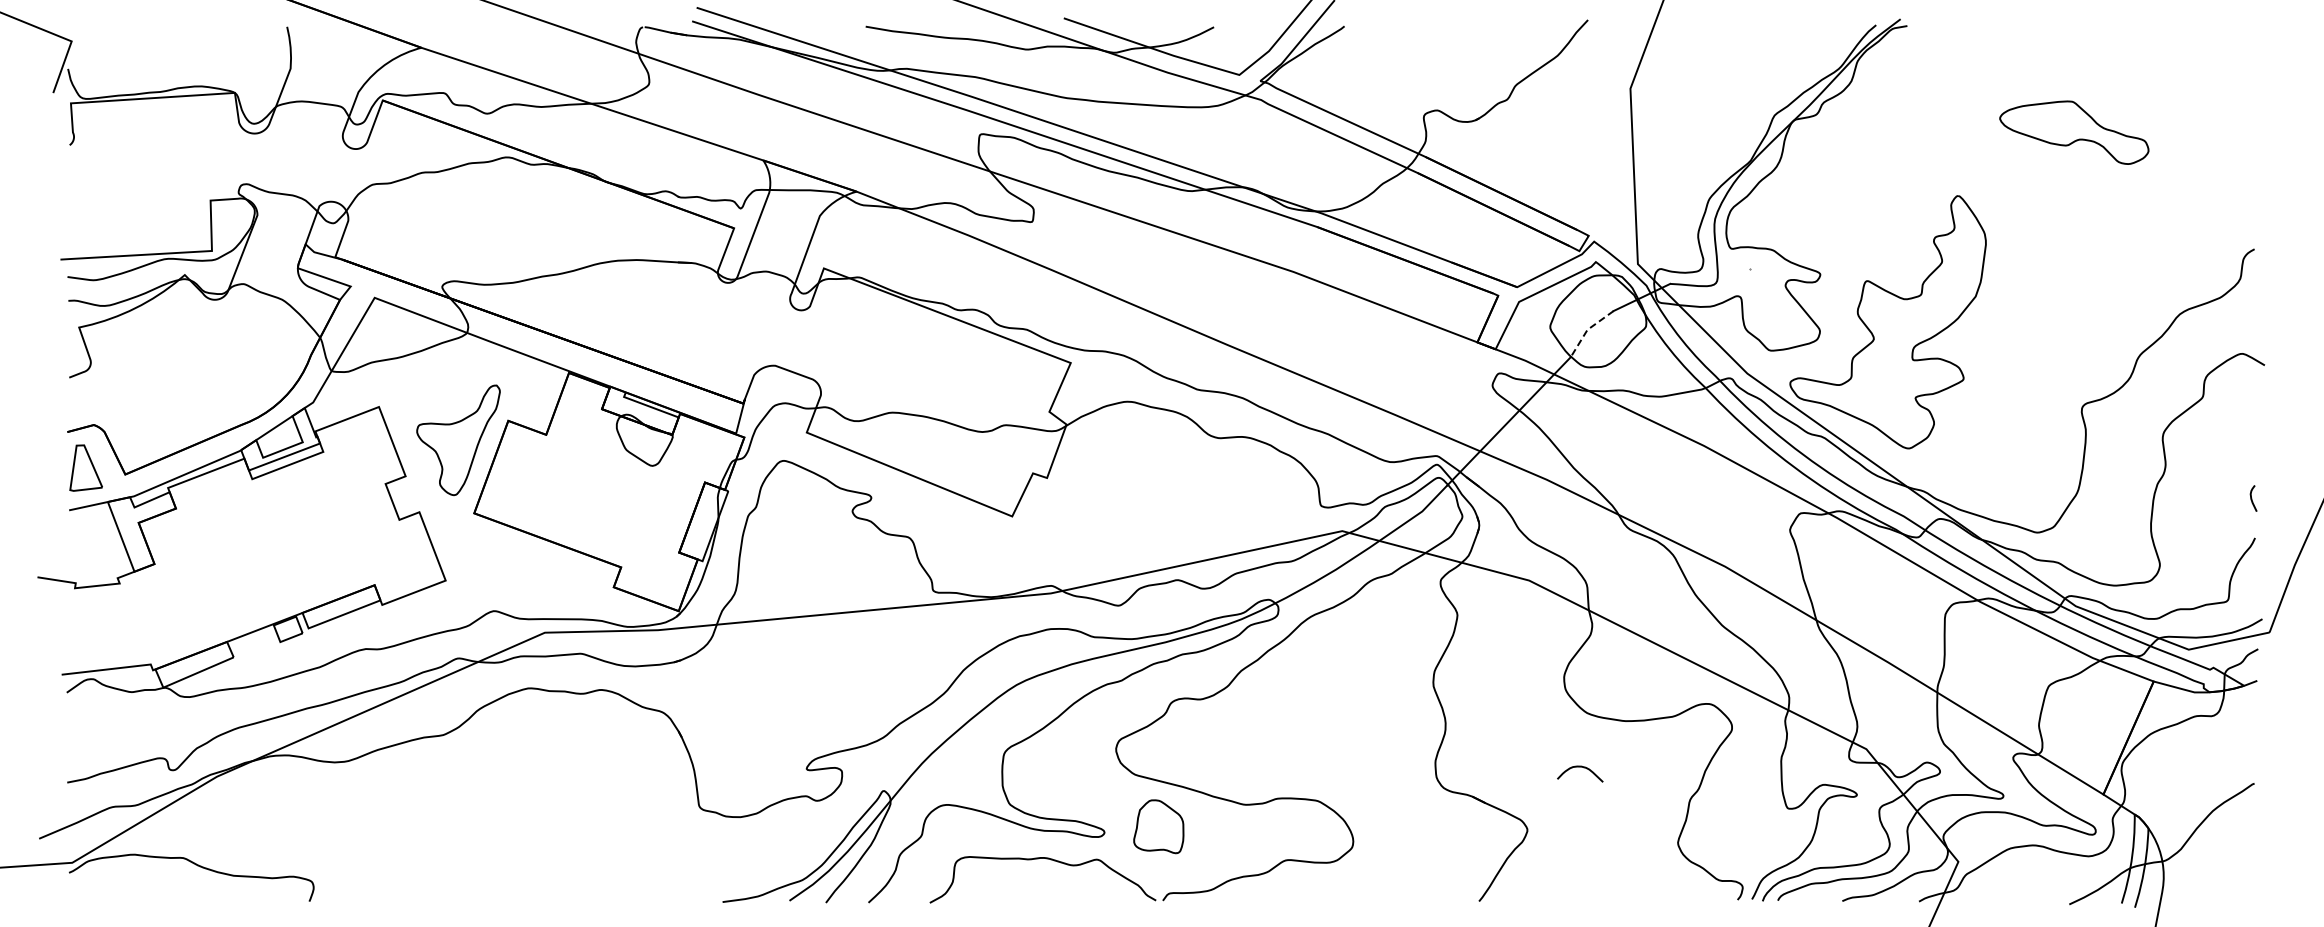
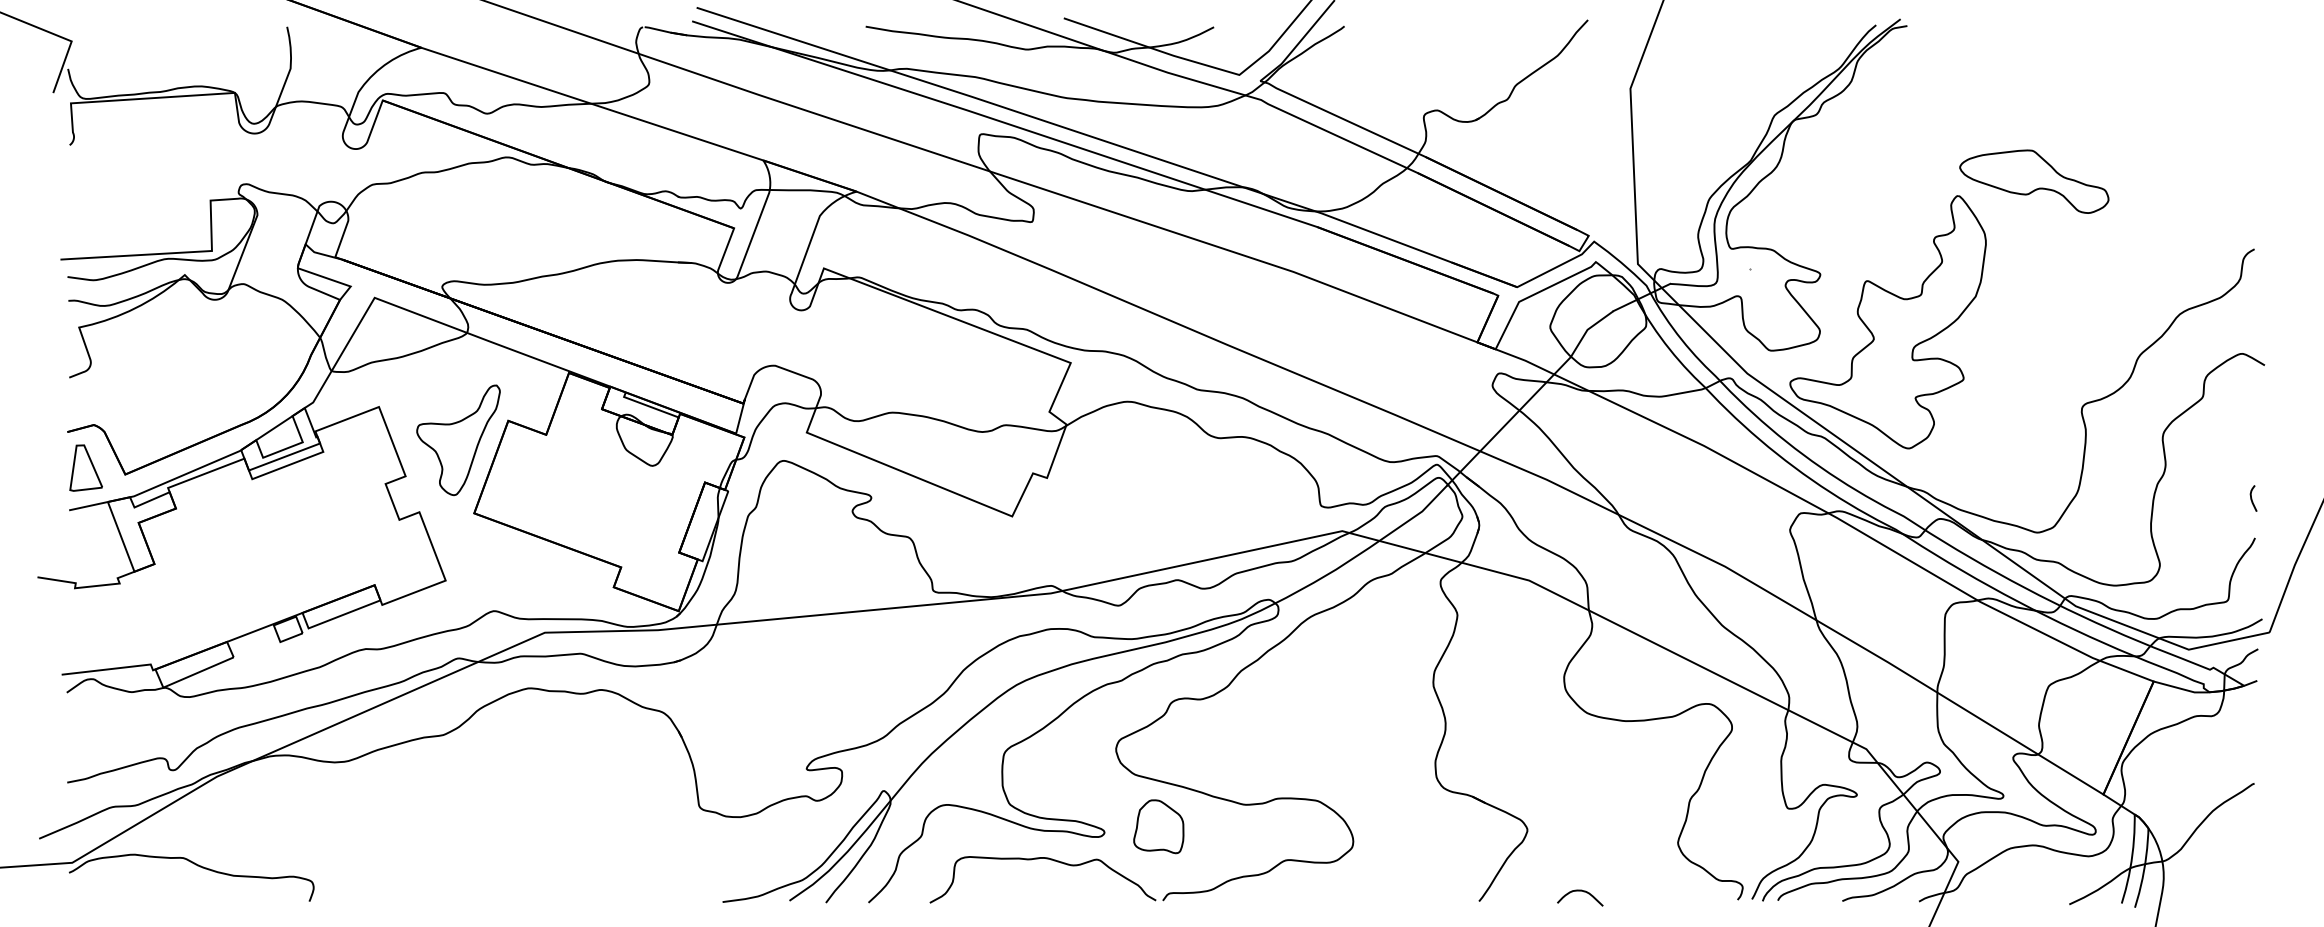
part at (2074, 132) position: (2074, 132) -> (2034, 181)
line at (1587, 329): dashed -> solid
curve at (1583, 768) position: (1583, 768) -> (1583, 892)
